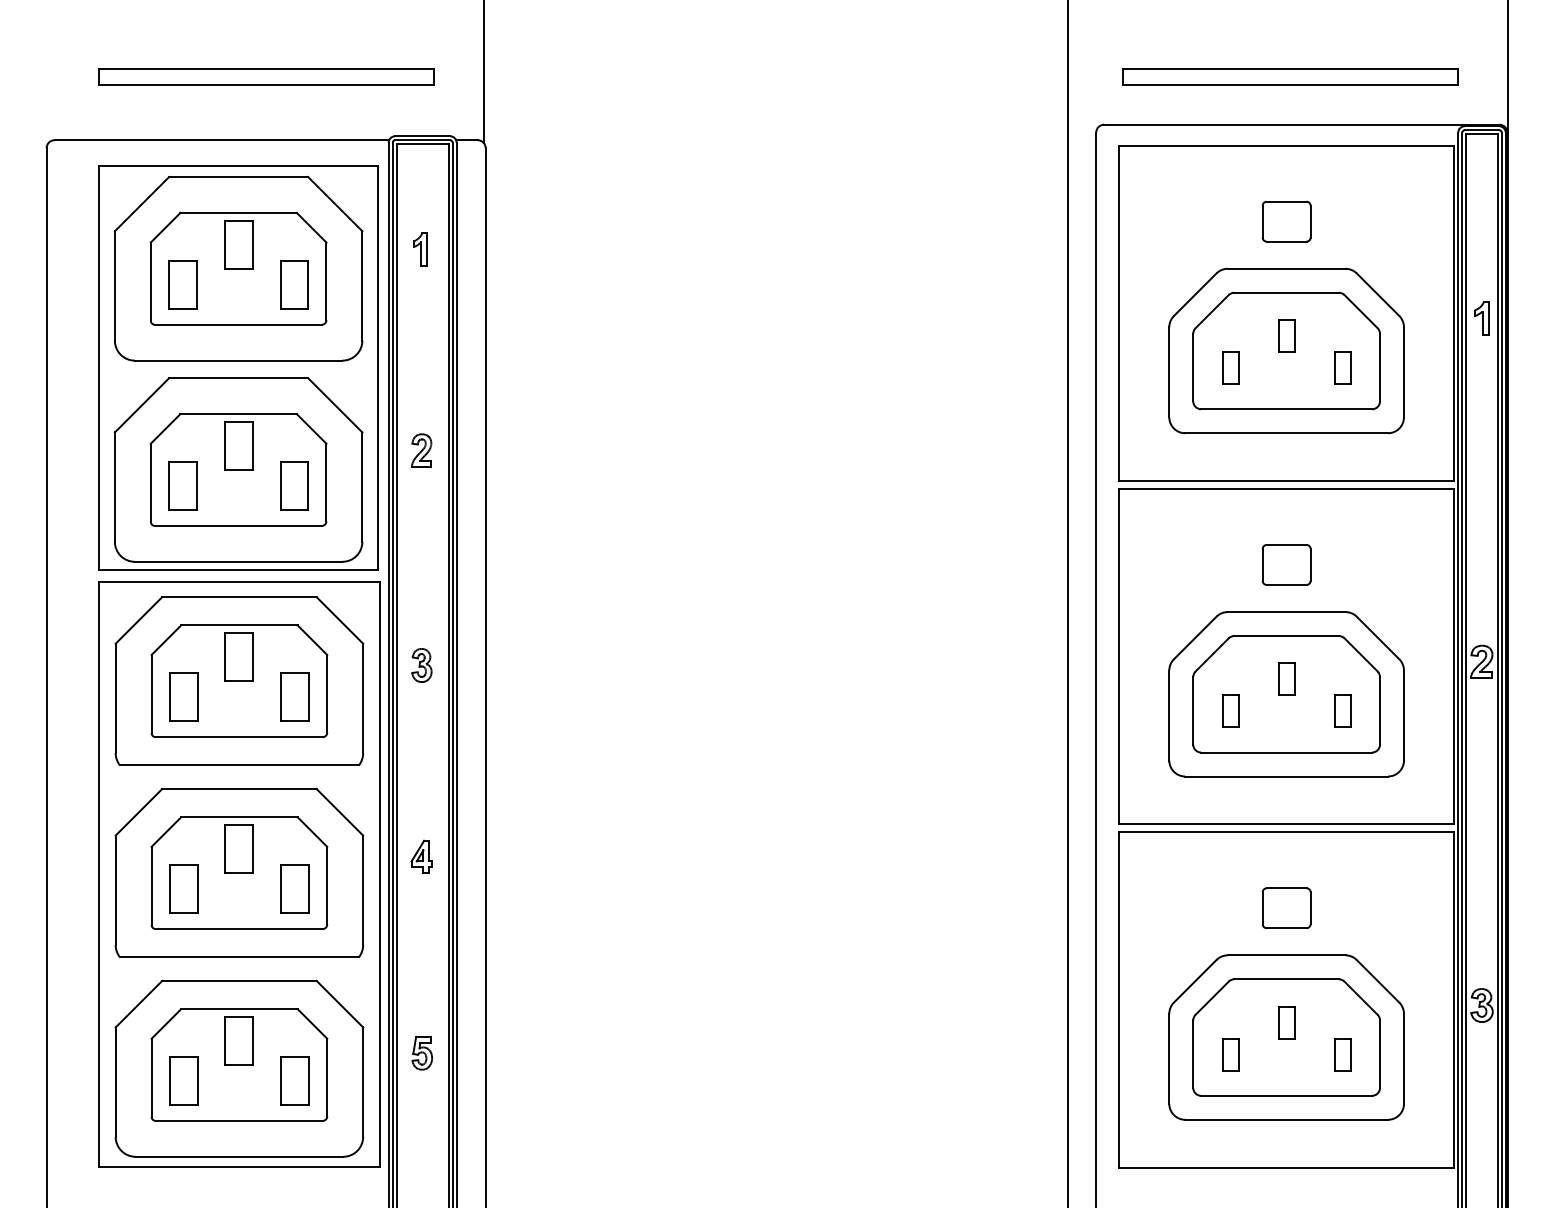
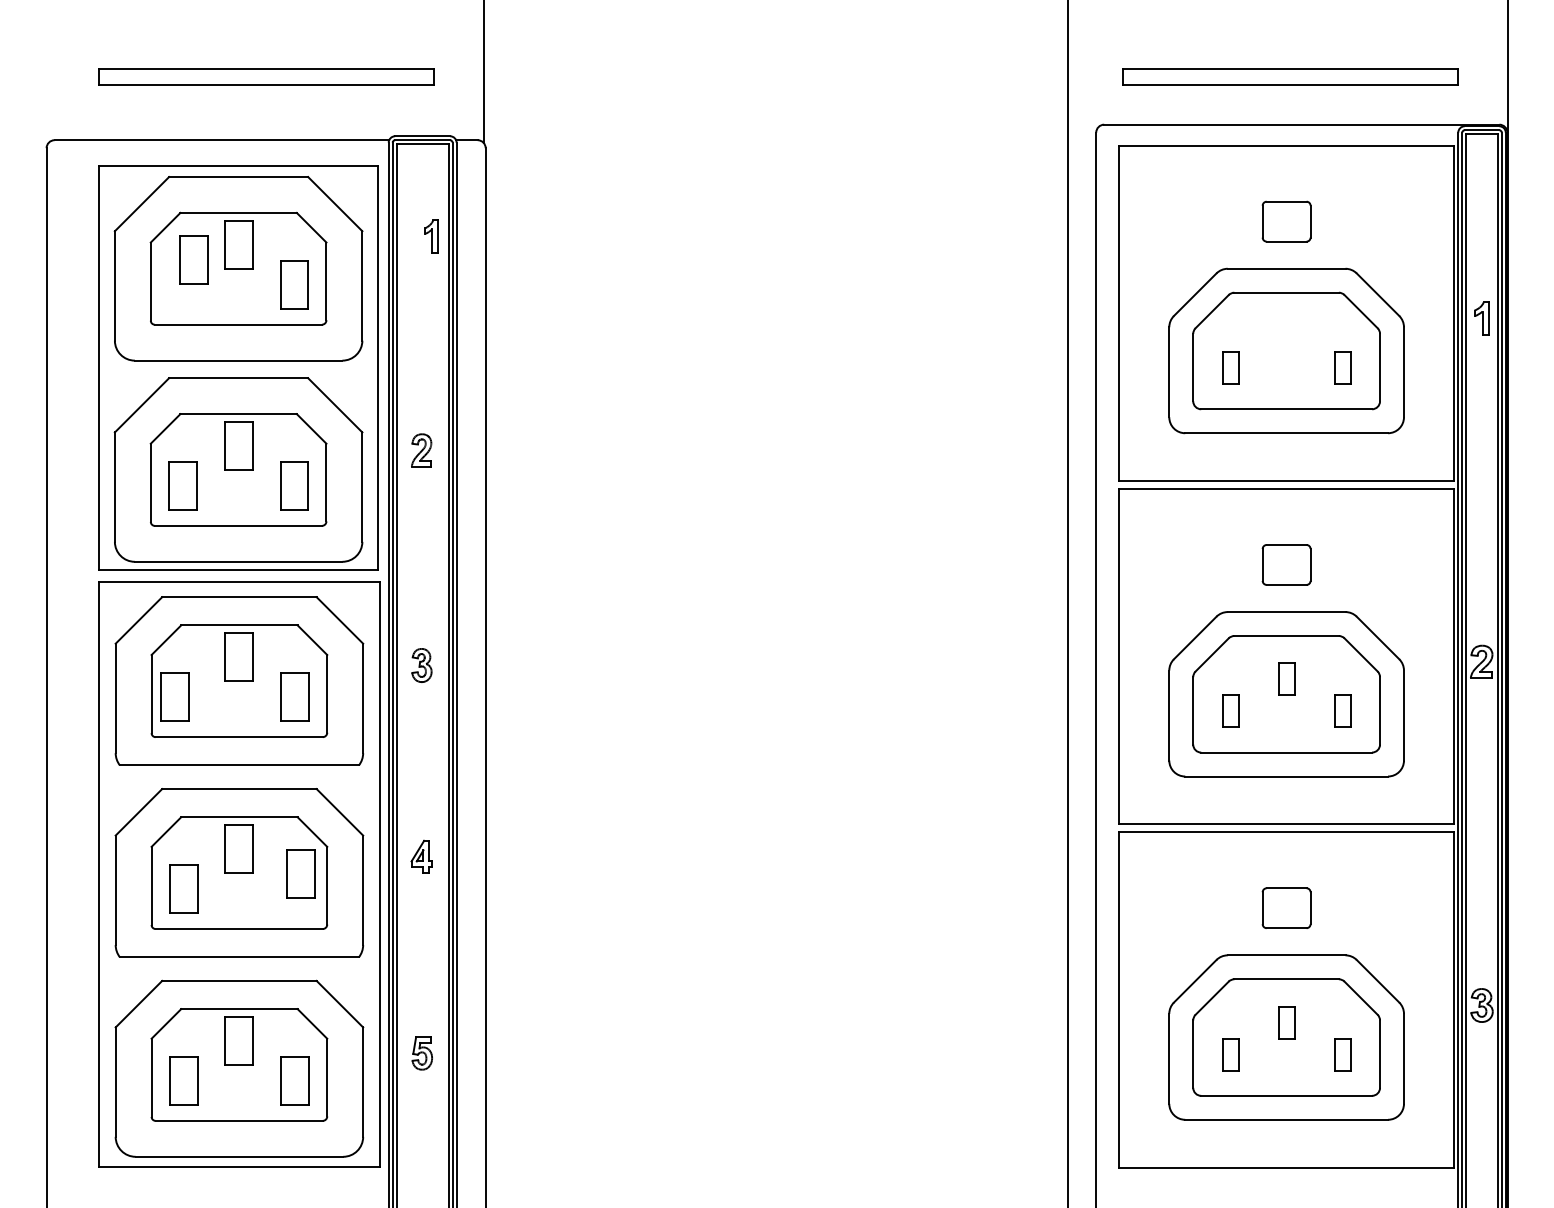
part at (420, 249) position: (420, 249) -> (431, 236)
part at (182, 284) position: (182, 284) -> (193, 259)
part at (1286, 335): present -> none
part at (183, 696) position: (183, 696) -> (174, 696)
part at (294, 888) position: (294, 888) -> (300, 873)
